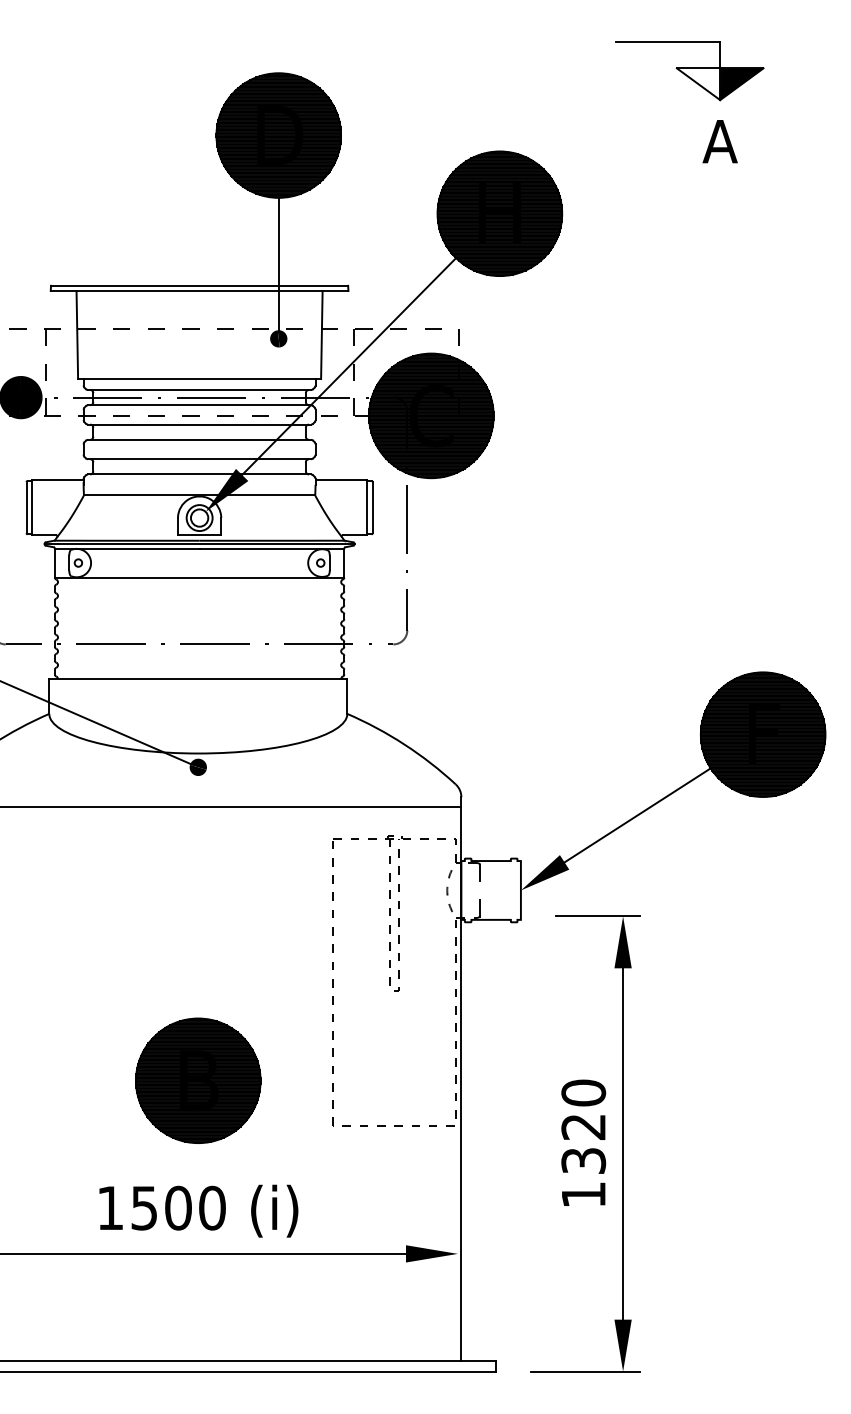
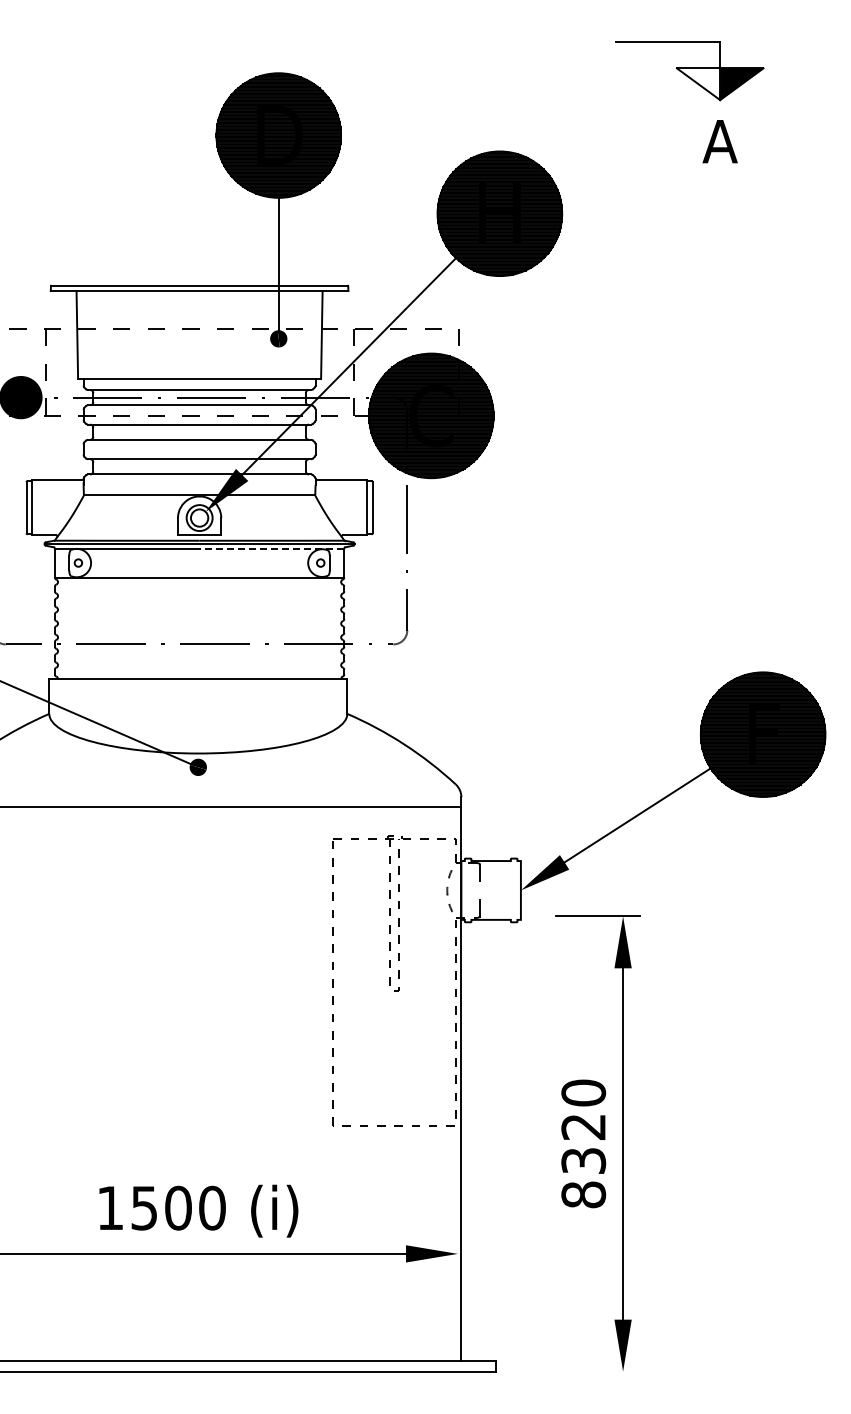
line at (271, 548): solid -> dashed
part at (198, 1080): present -> none
text at (583, 1194): 1320 -> 8320
line at (585, 1371): present -> none
